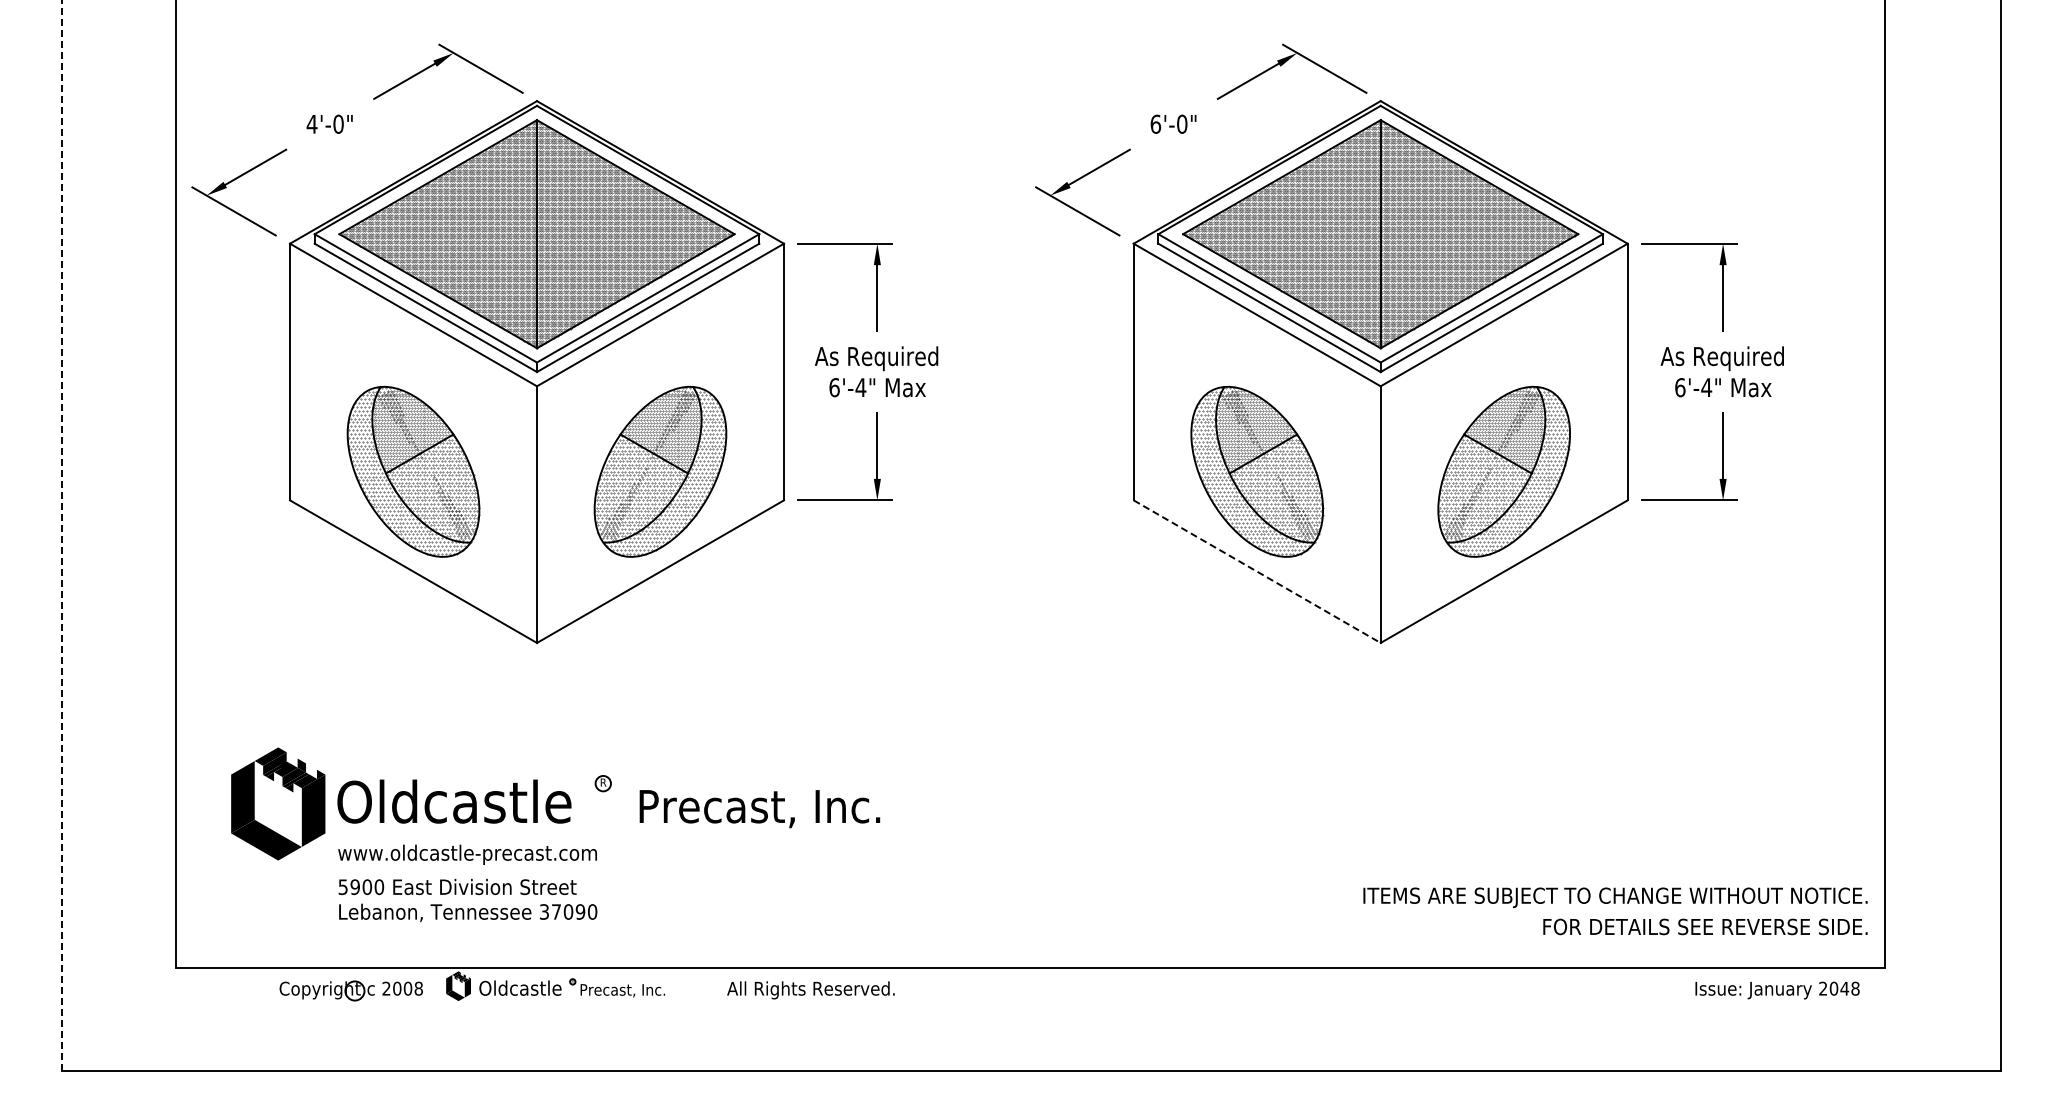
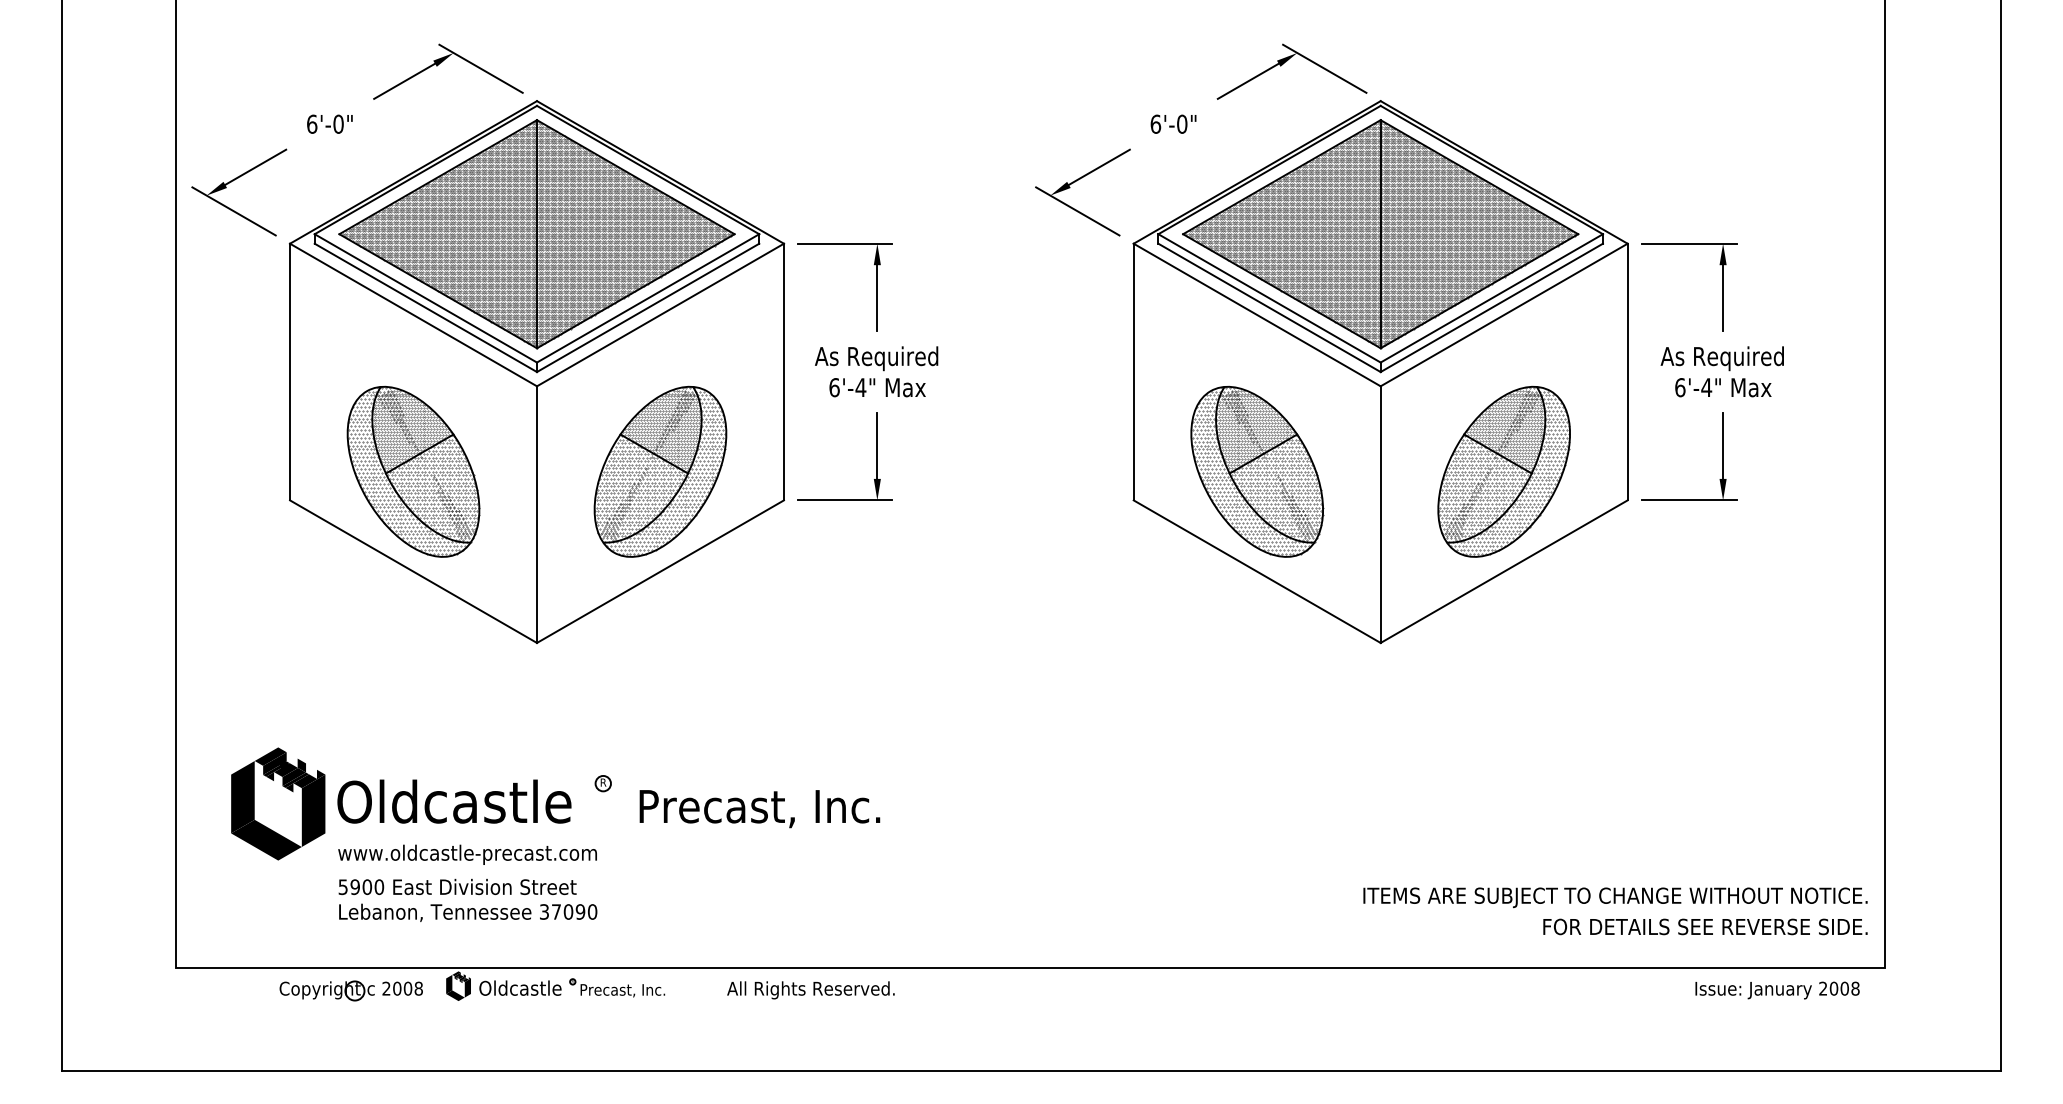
text at (311, 123): 4'-0" -> 6'-0"
line at (61, 535): dashed -> solid
line at (1257, 571): dashed -> solid
text at (1844, 988): 2048 -> 2008
